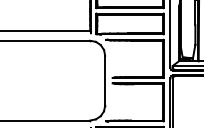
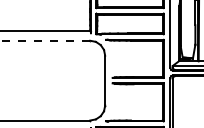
line at (45, 40): solid -> dashed
